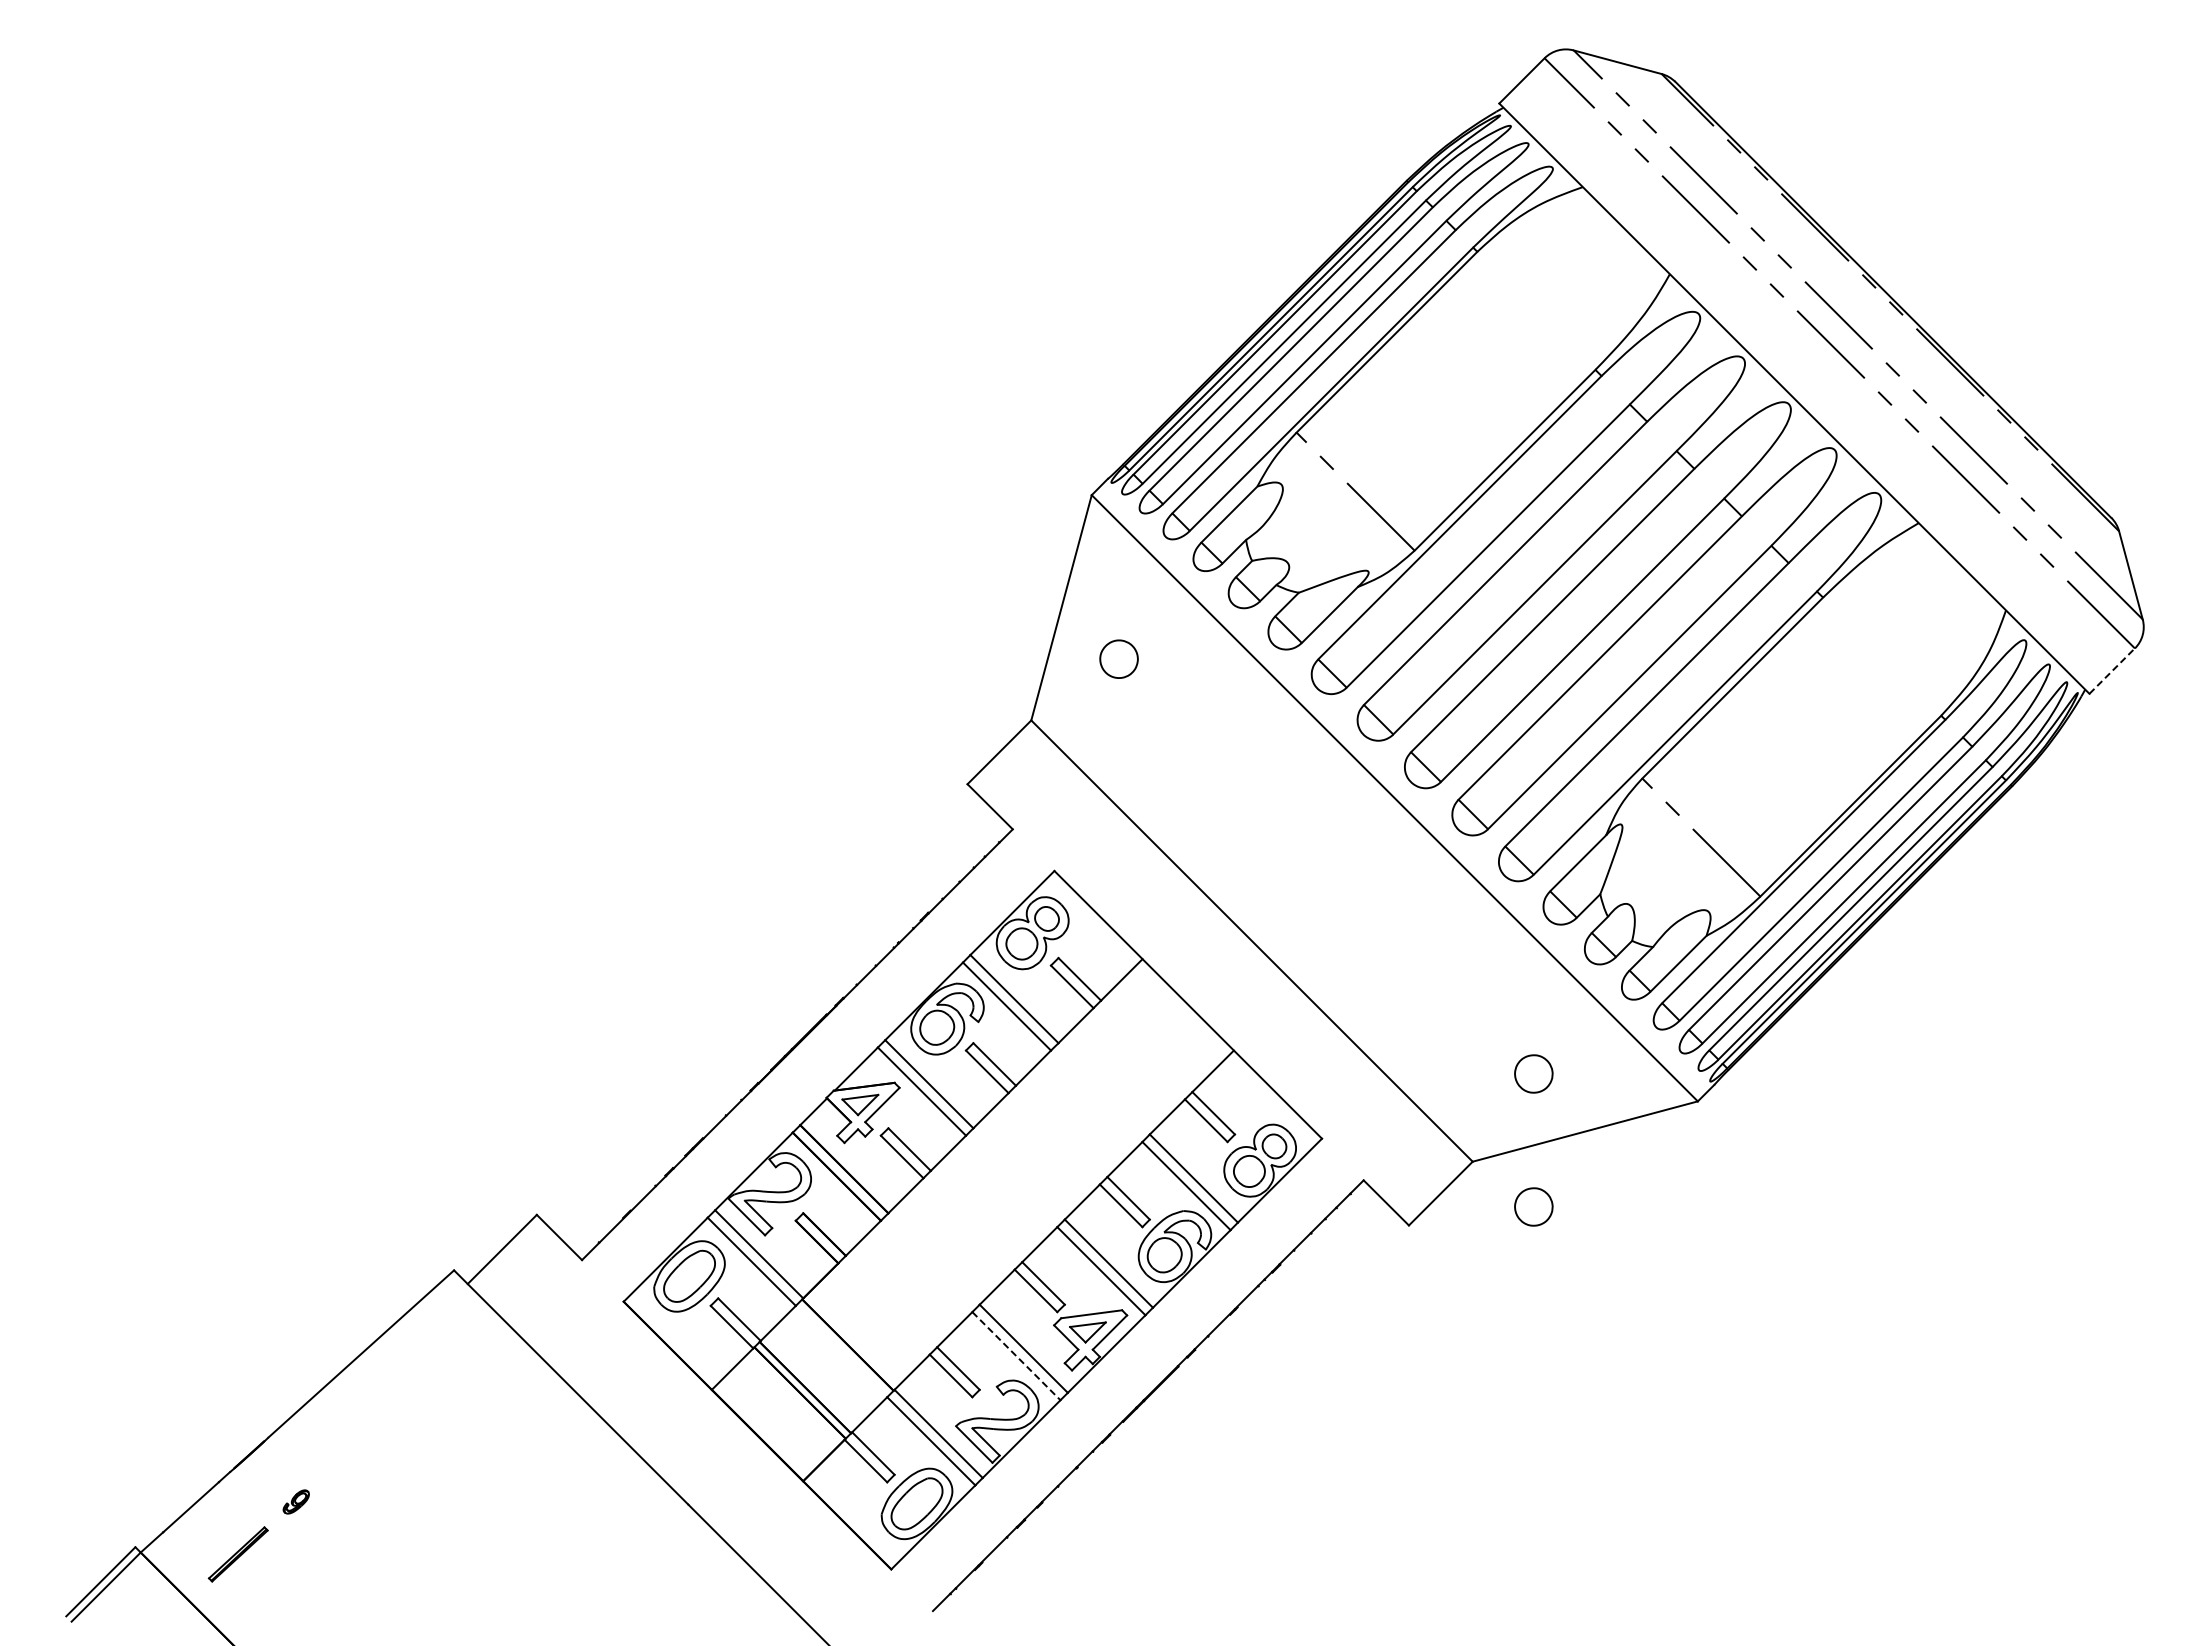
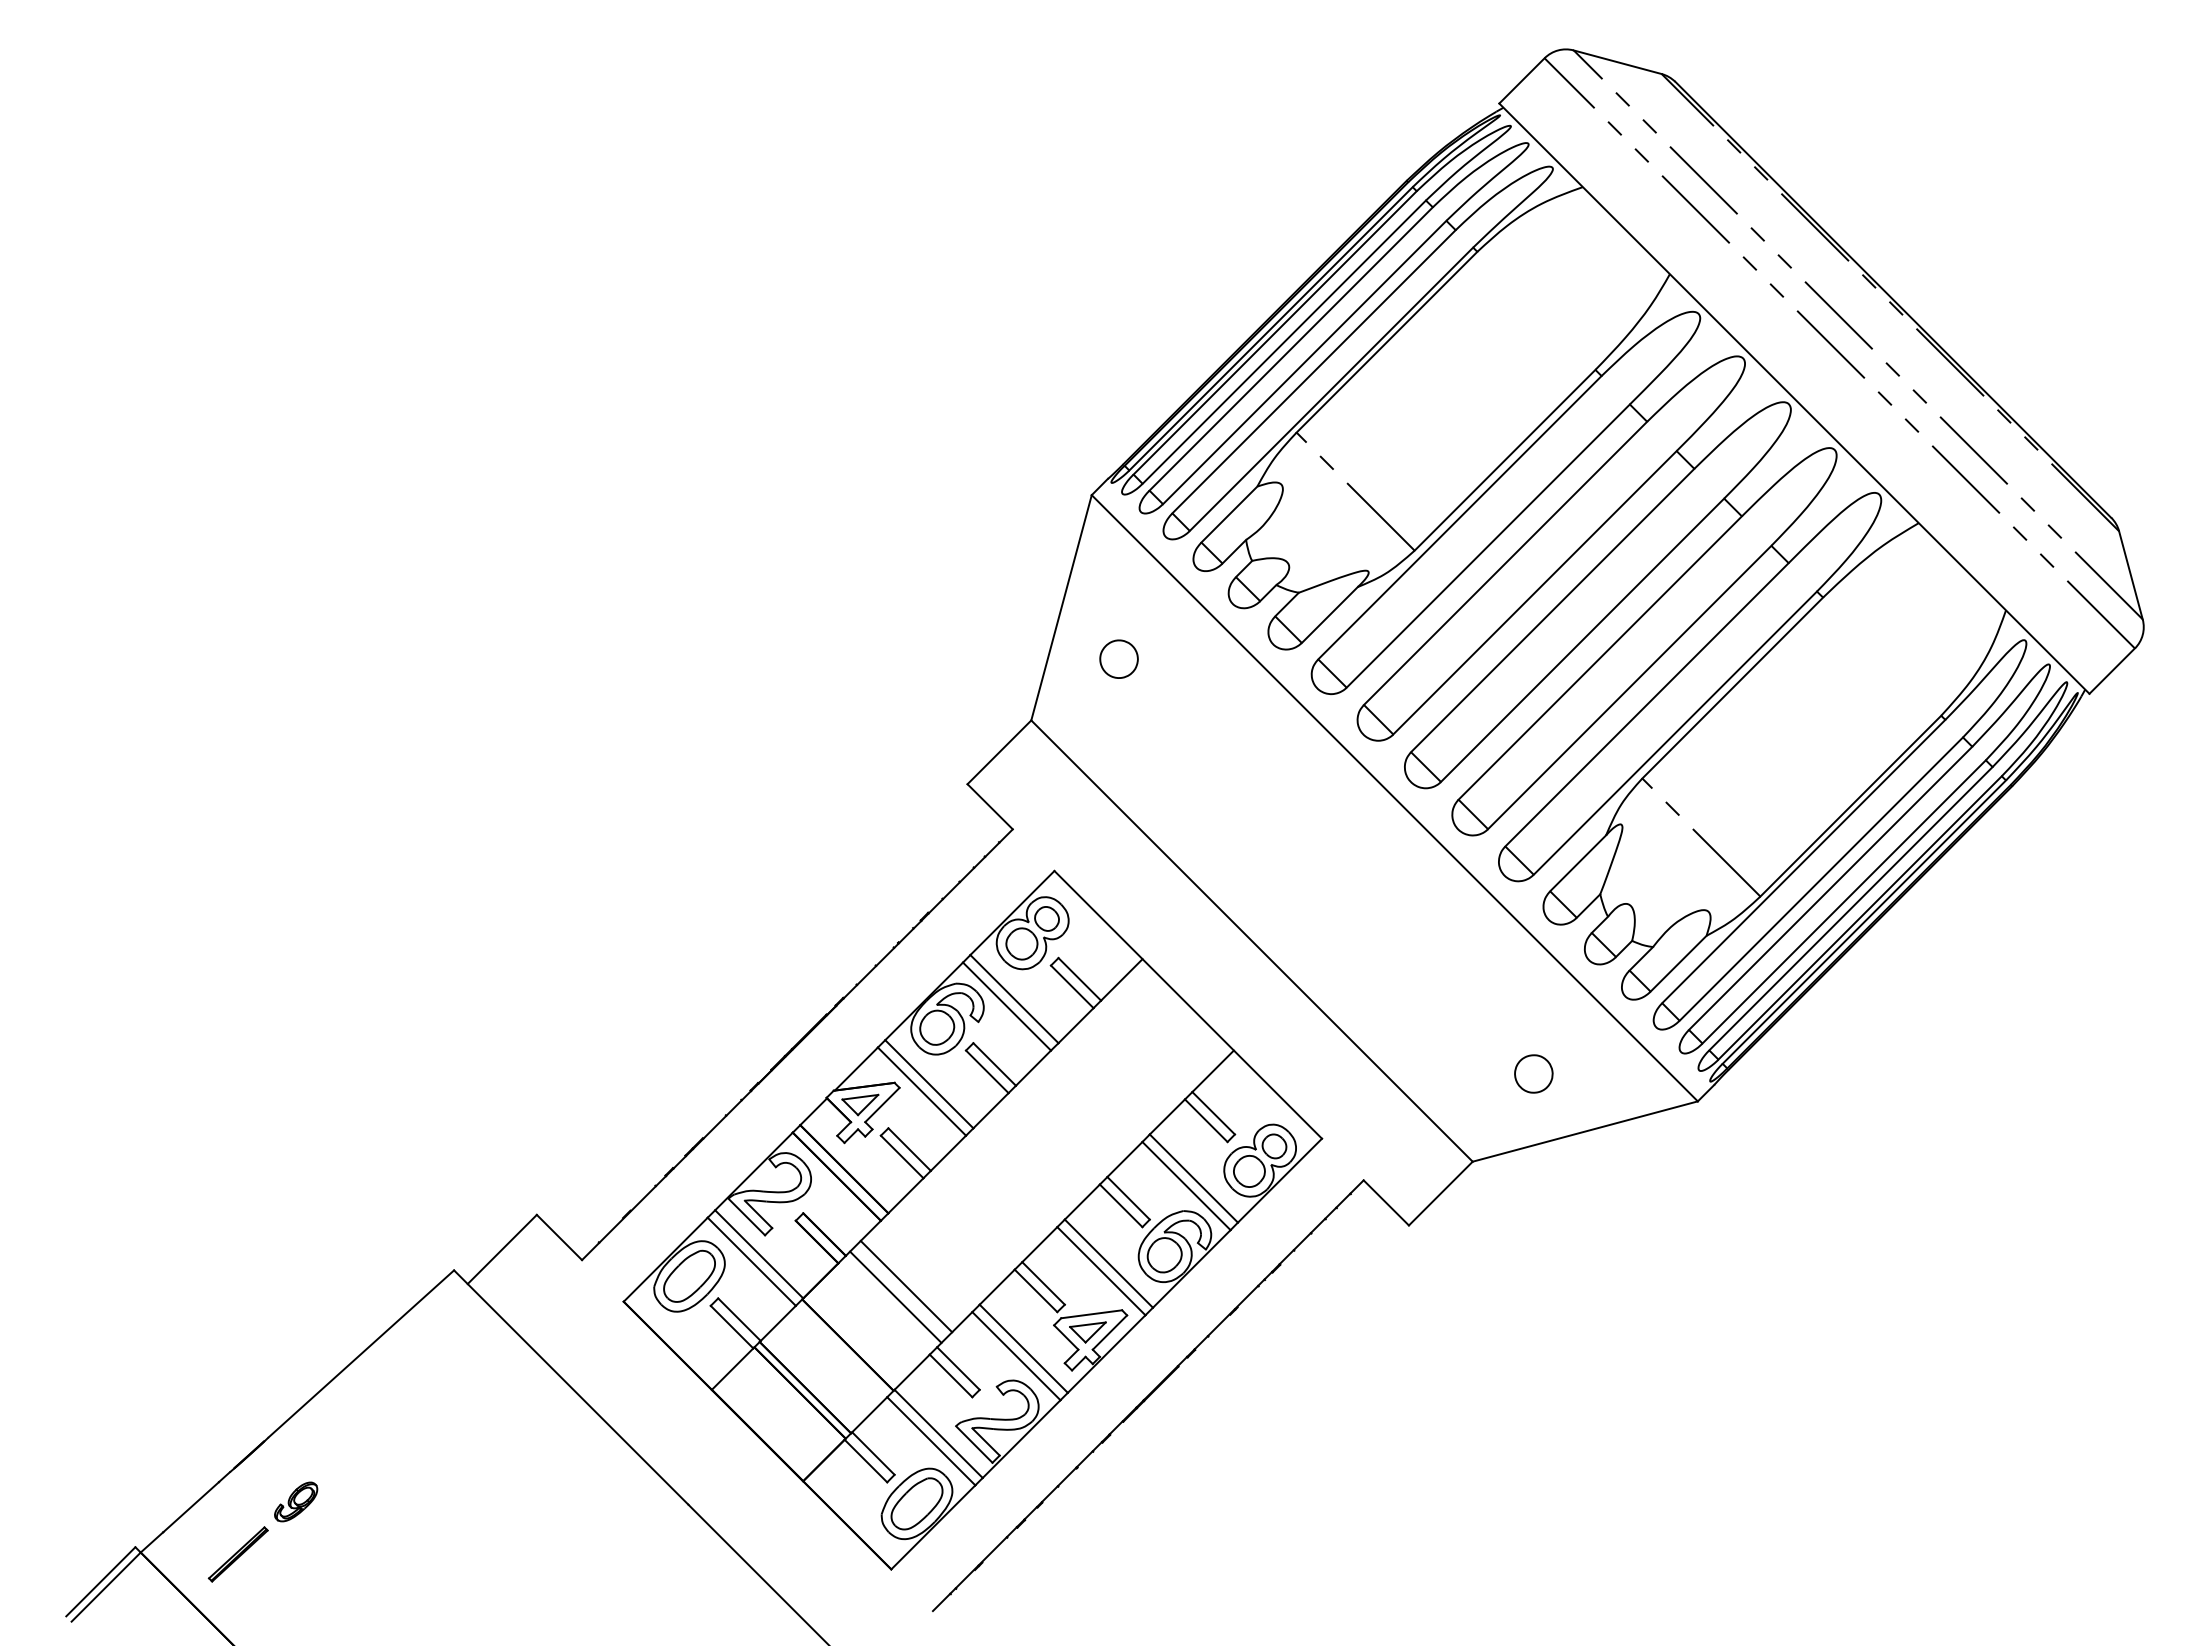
line at (2112, 670): dashed -> solid
part at (1533, 1206): present -> none
line at (906, 1286): none -> present
line at (895, 1296): none -> present
line at (1016, 1356): dashed -> solid
part at (295, 1501) size: 28x26 px -> 45x42 px
